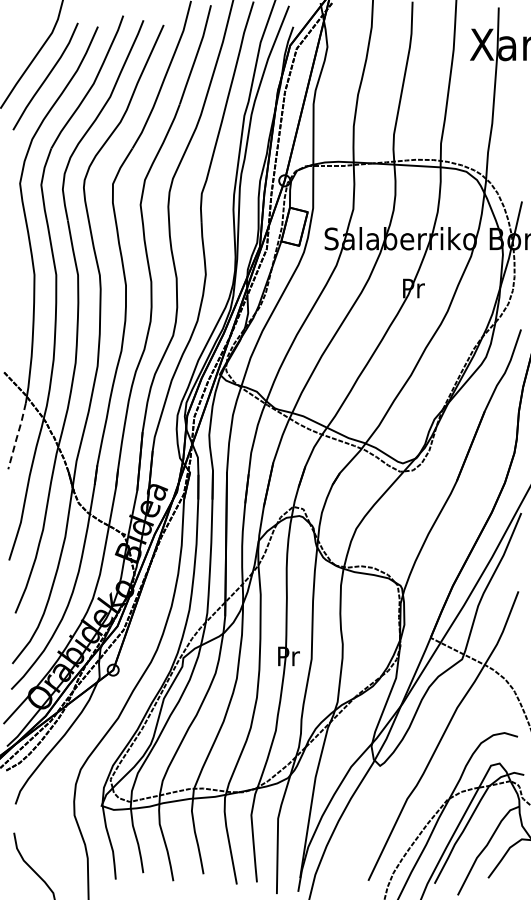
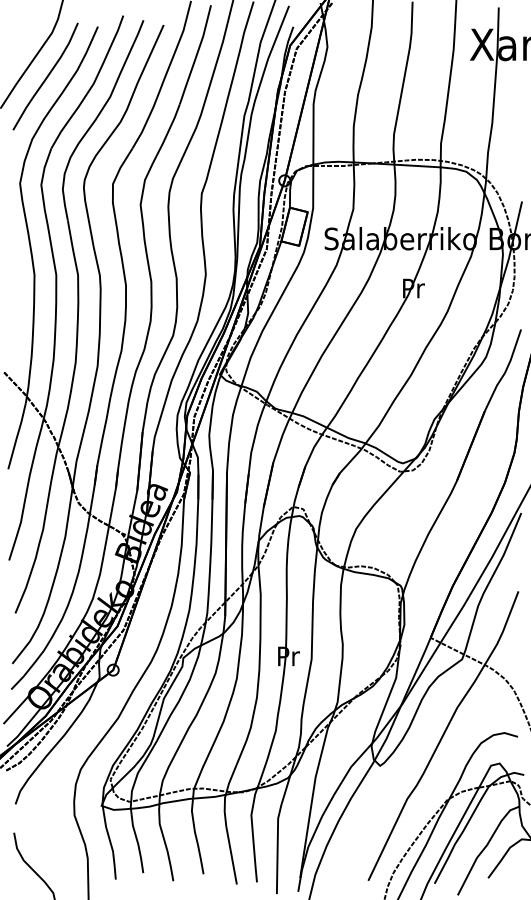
line at (17, 436): dashed -> solid
